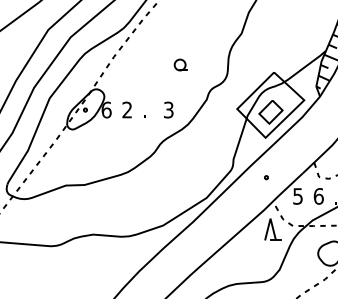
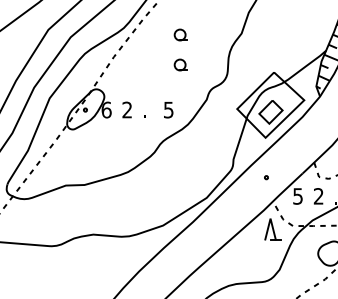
part at (180, 34): none -> present
text at (168, 109): 3 -> 5
text at (318, 196): 6 -> 2
